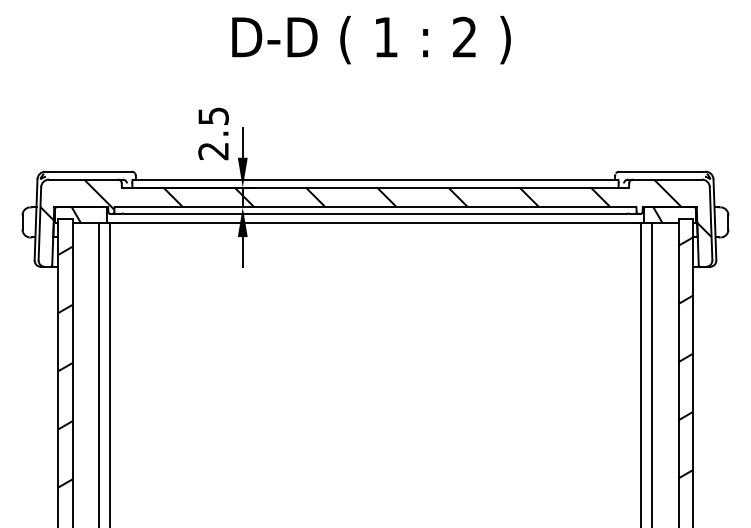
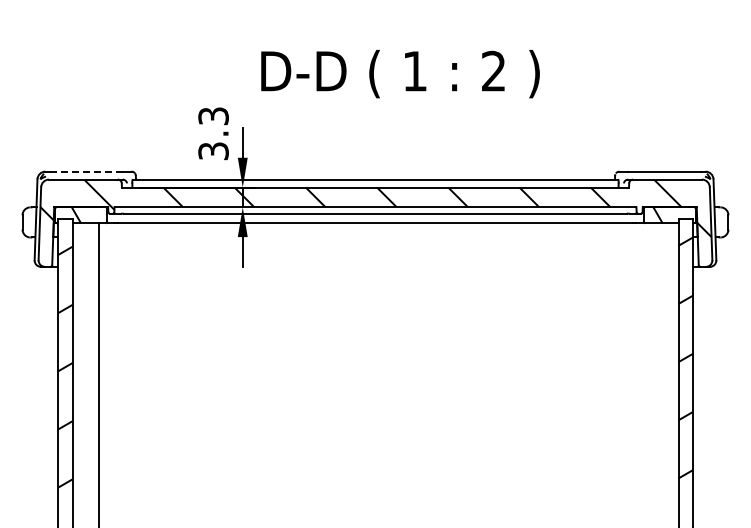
text at (371, 40) position: (371, 40) -> (400, 74)
text at (213, 133): 2.5 -> 3.3
line at (86, 171): solid -> dashed
line at (109, 373): present -> none
line at (641, 373): present -> none
line at (651, 373): present -> none
